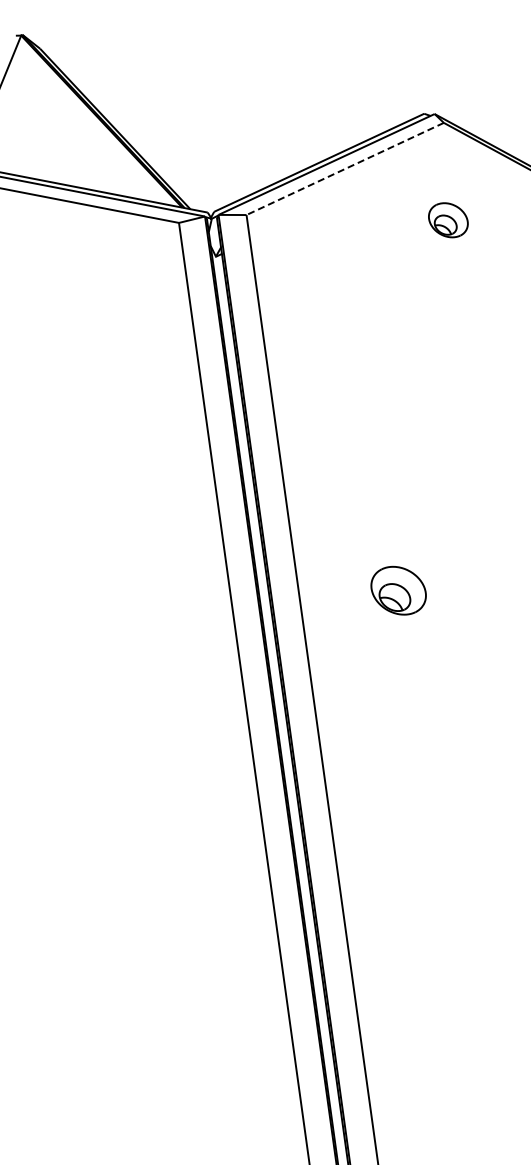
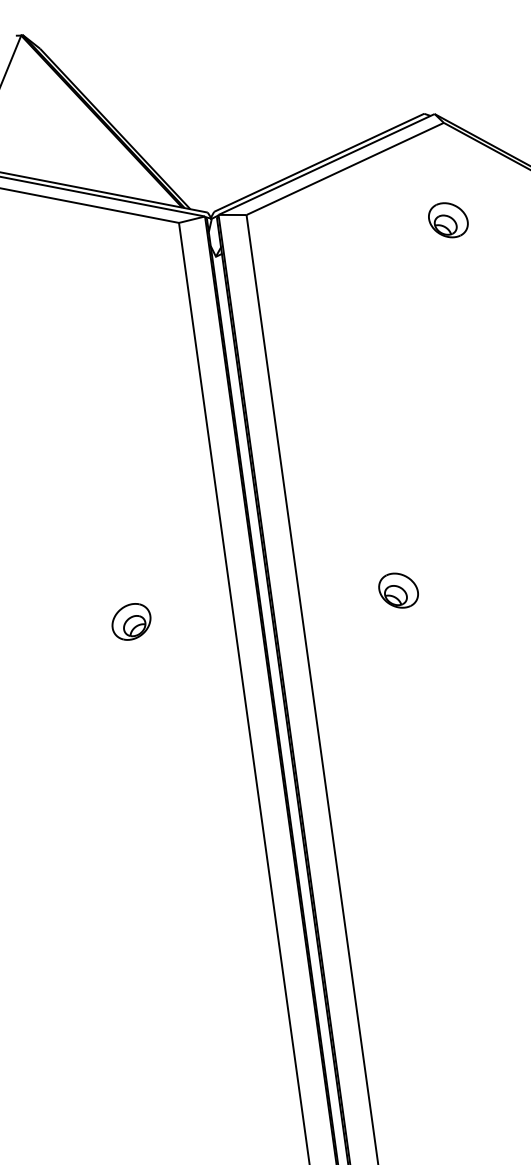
line at (345, 168): dashed -> solid
part at (398, 590) size: 57x51 px -> 41x37 px
part at (131, 621): none -> present
